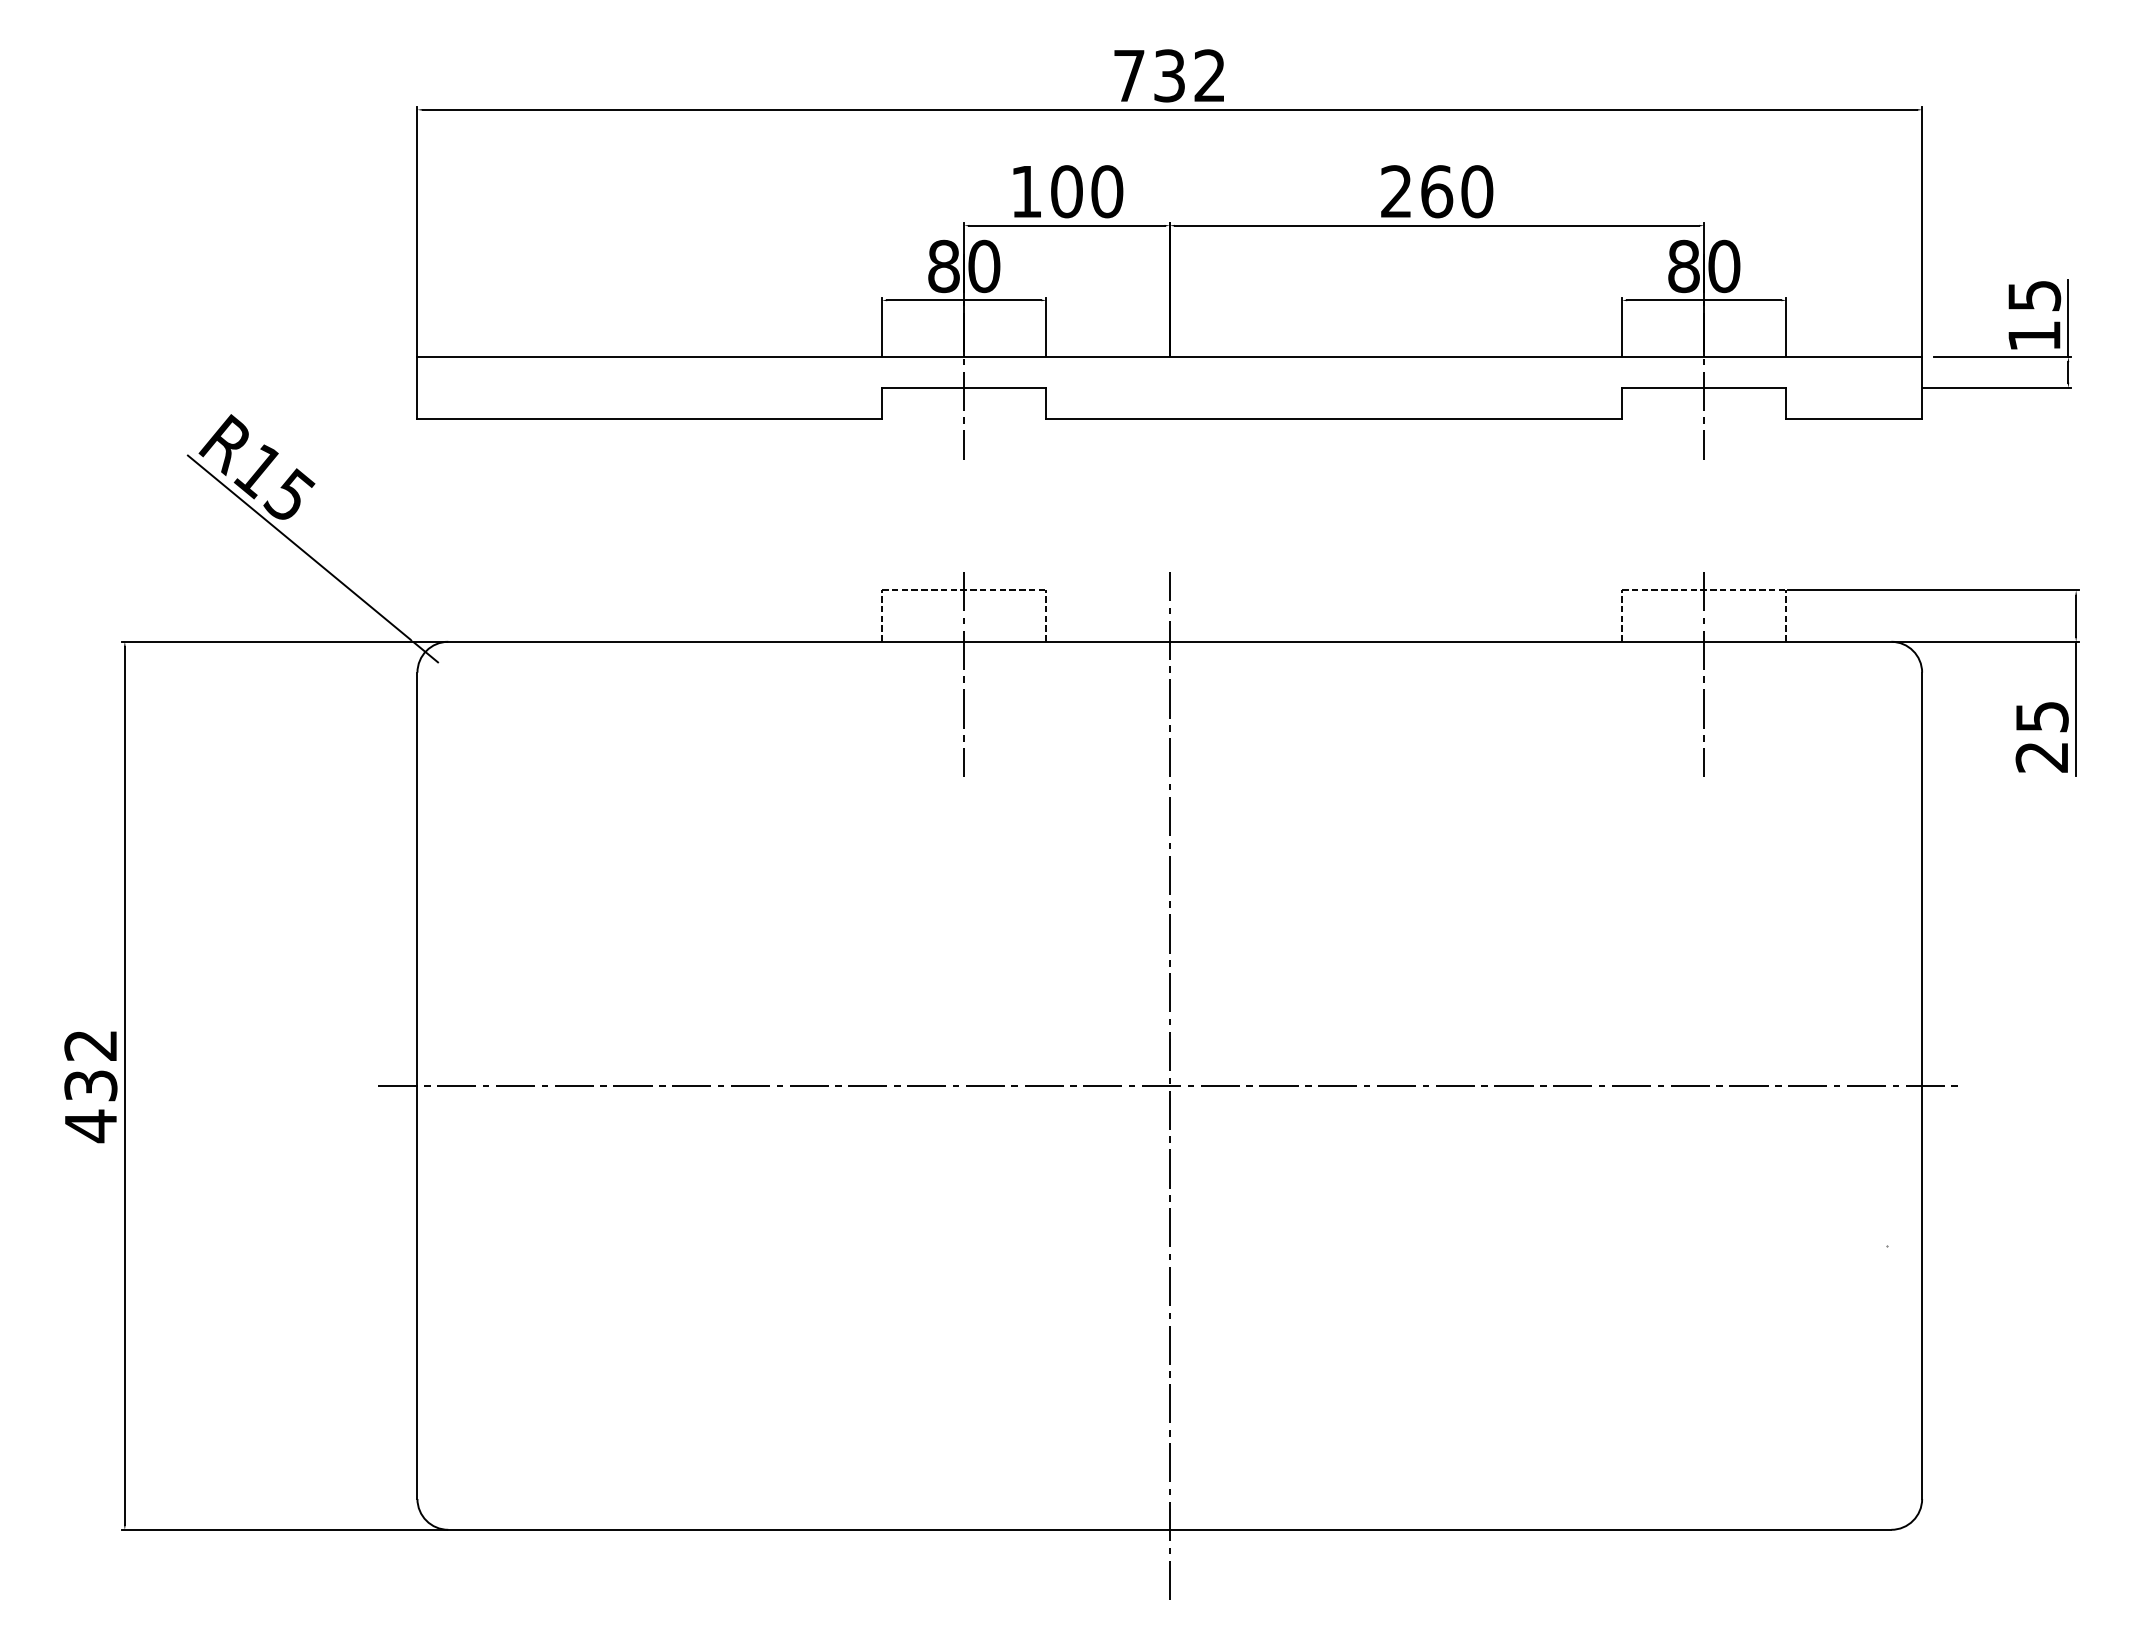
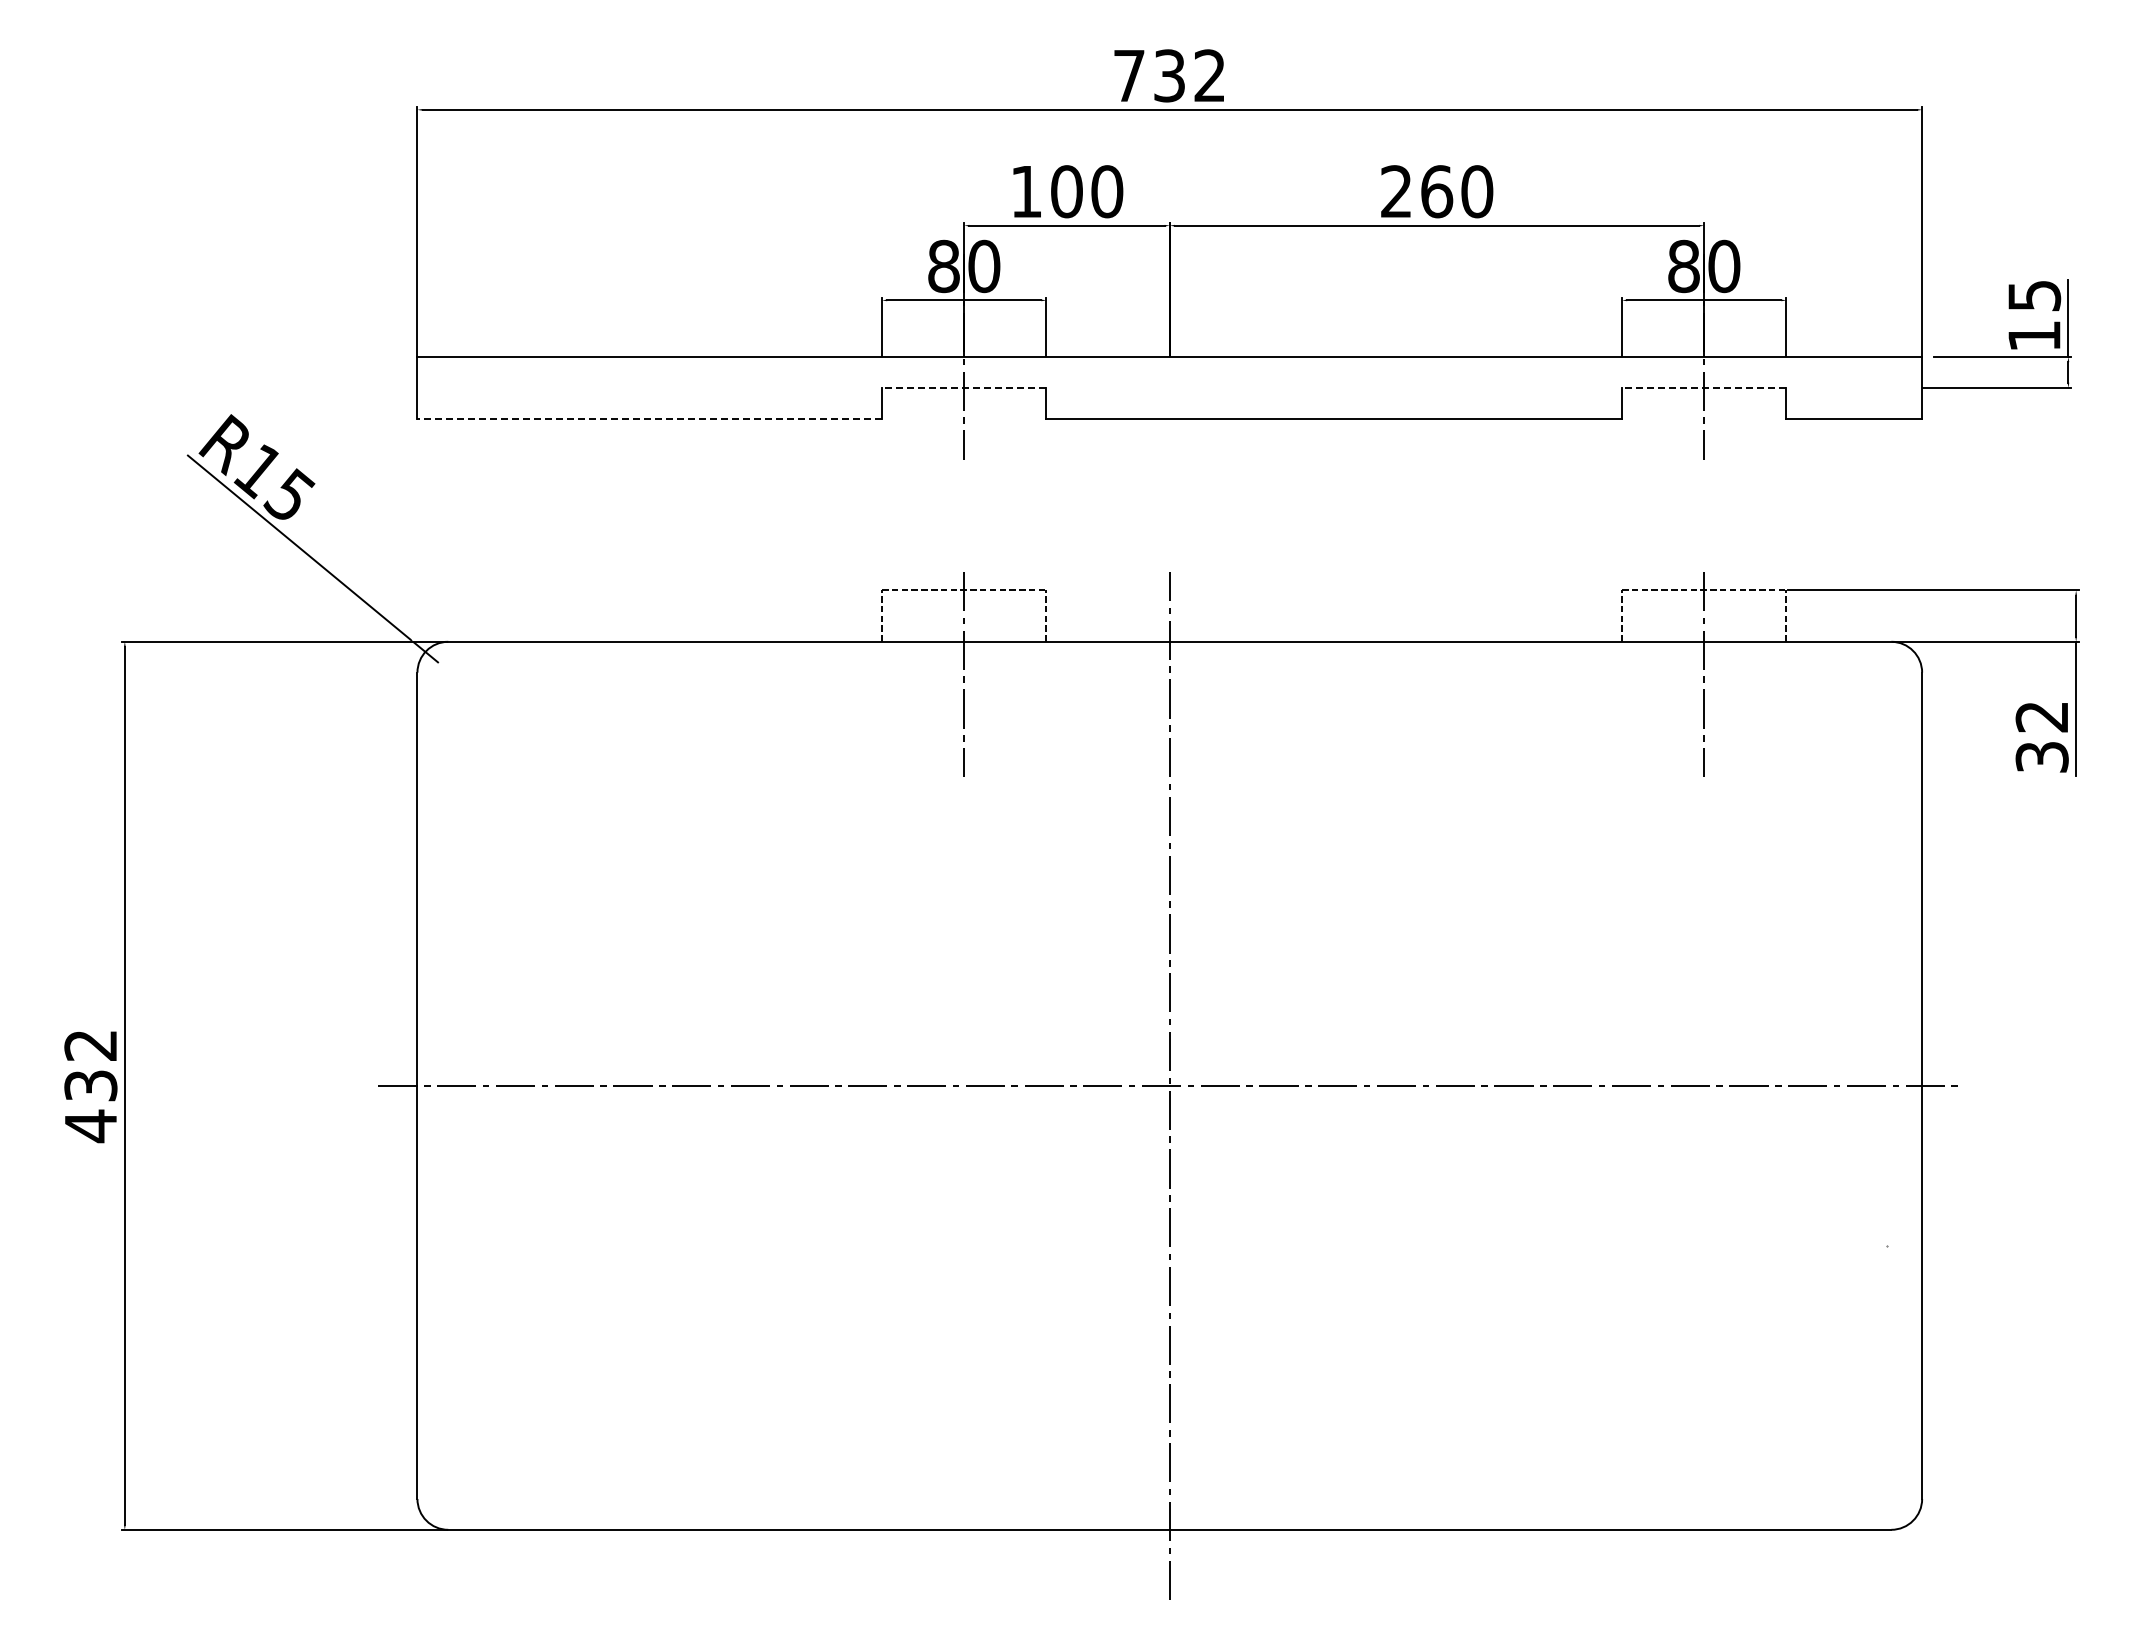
line at (963, 387): solid -> dashed
line at (1703, 387): solid -> dashed
line at (649, 418): solid -> dashed
text at (2041, 737): 25 -> 32
